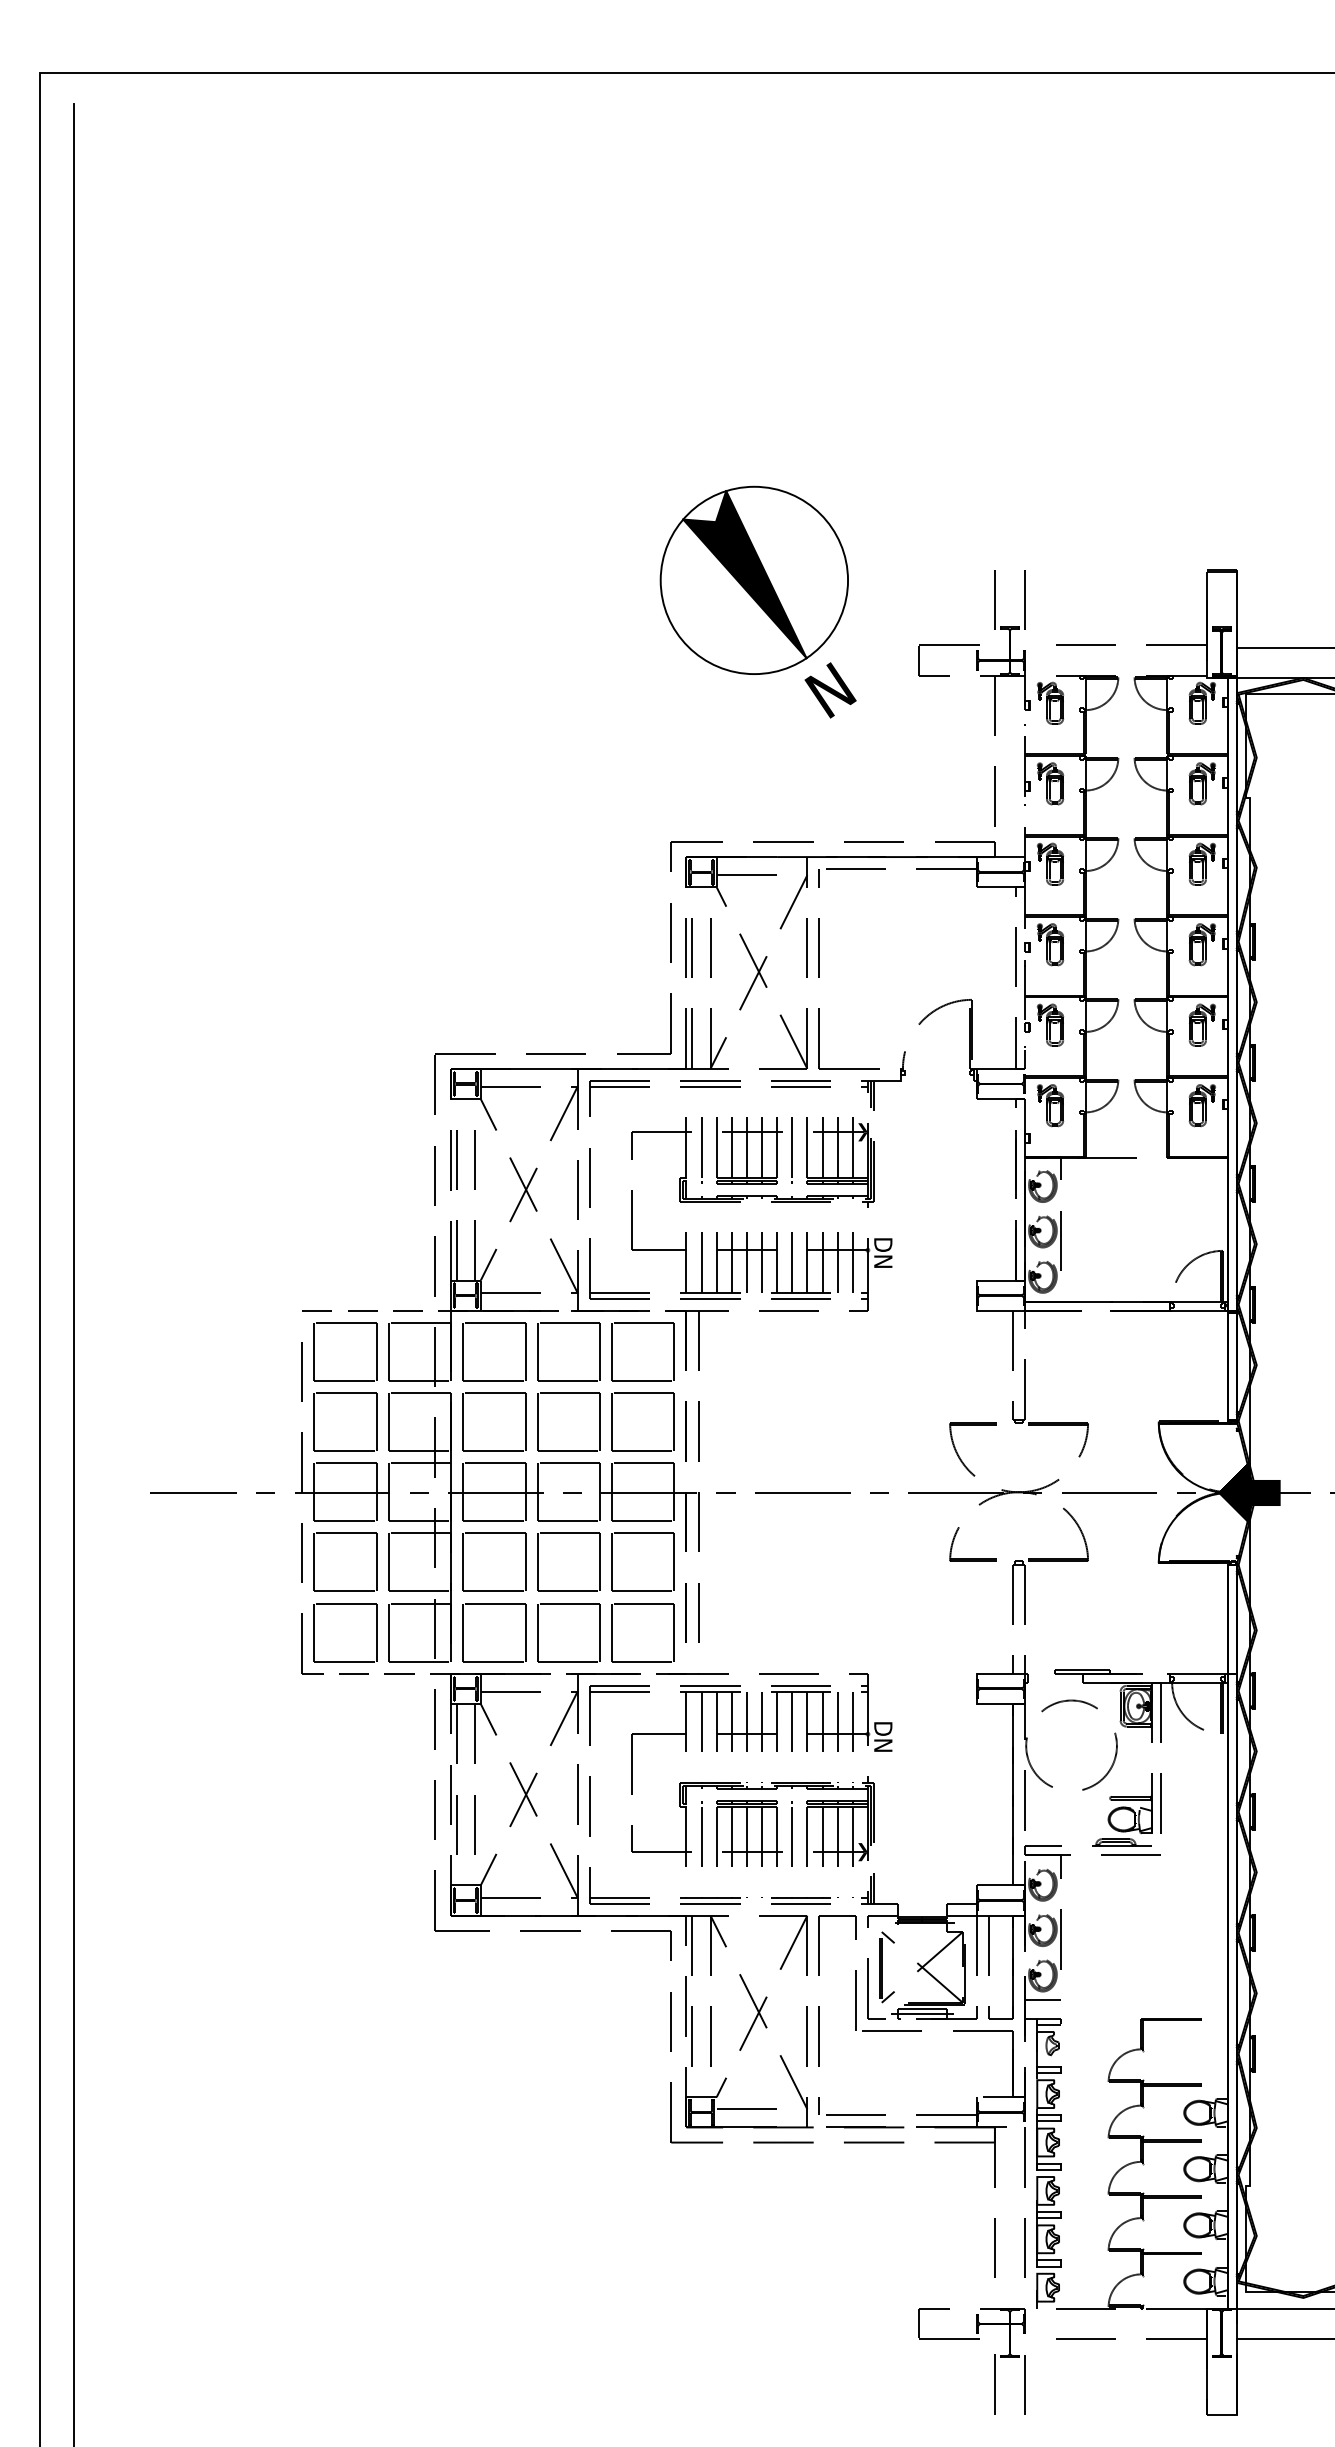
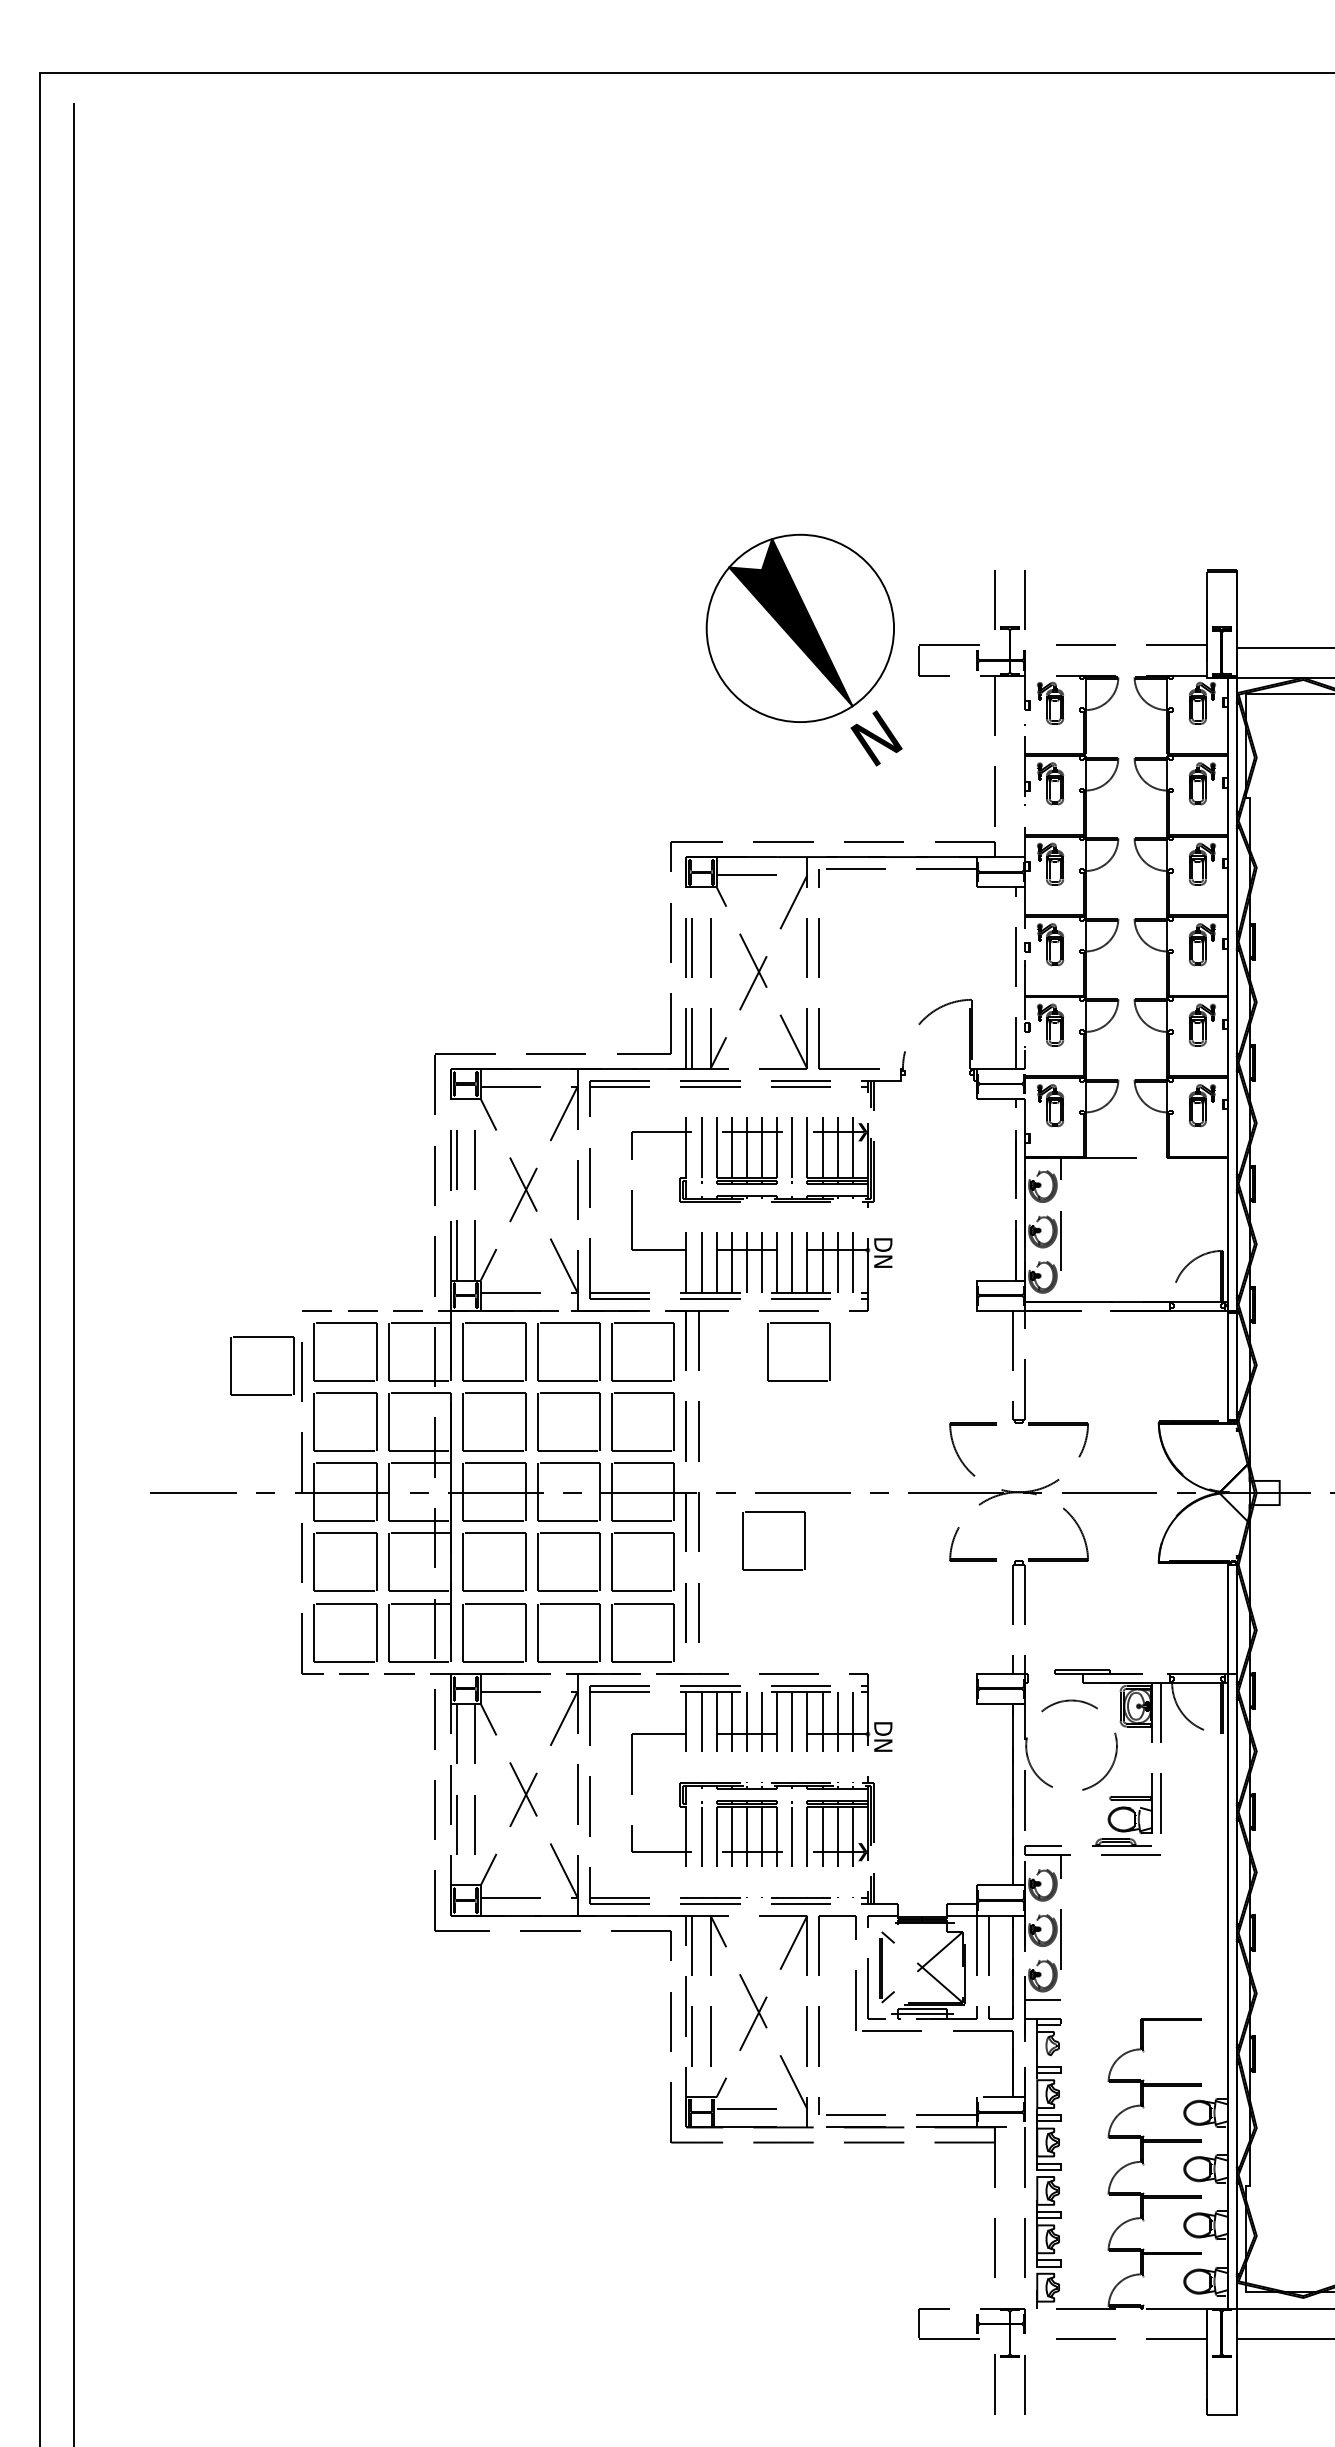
part at (757, 601) position: (757, 601) -> (803, 649)
part at (798, 1323): none -> present
part at (262, 1337): none -> present
fill at (1249, 1492): present -> none
part at (773, 1512): none -> present
